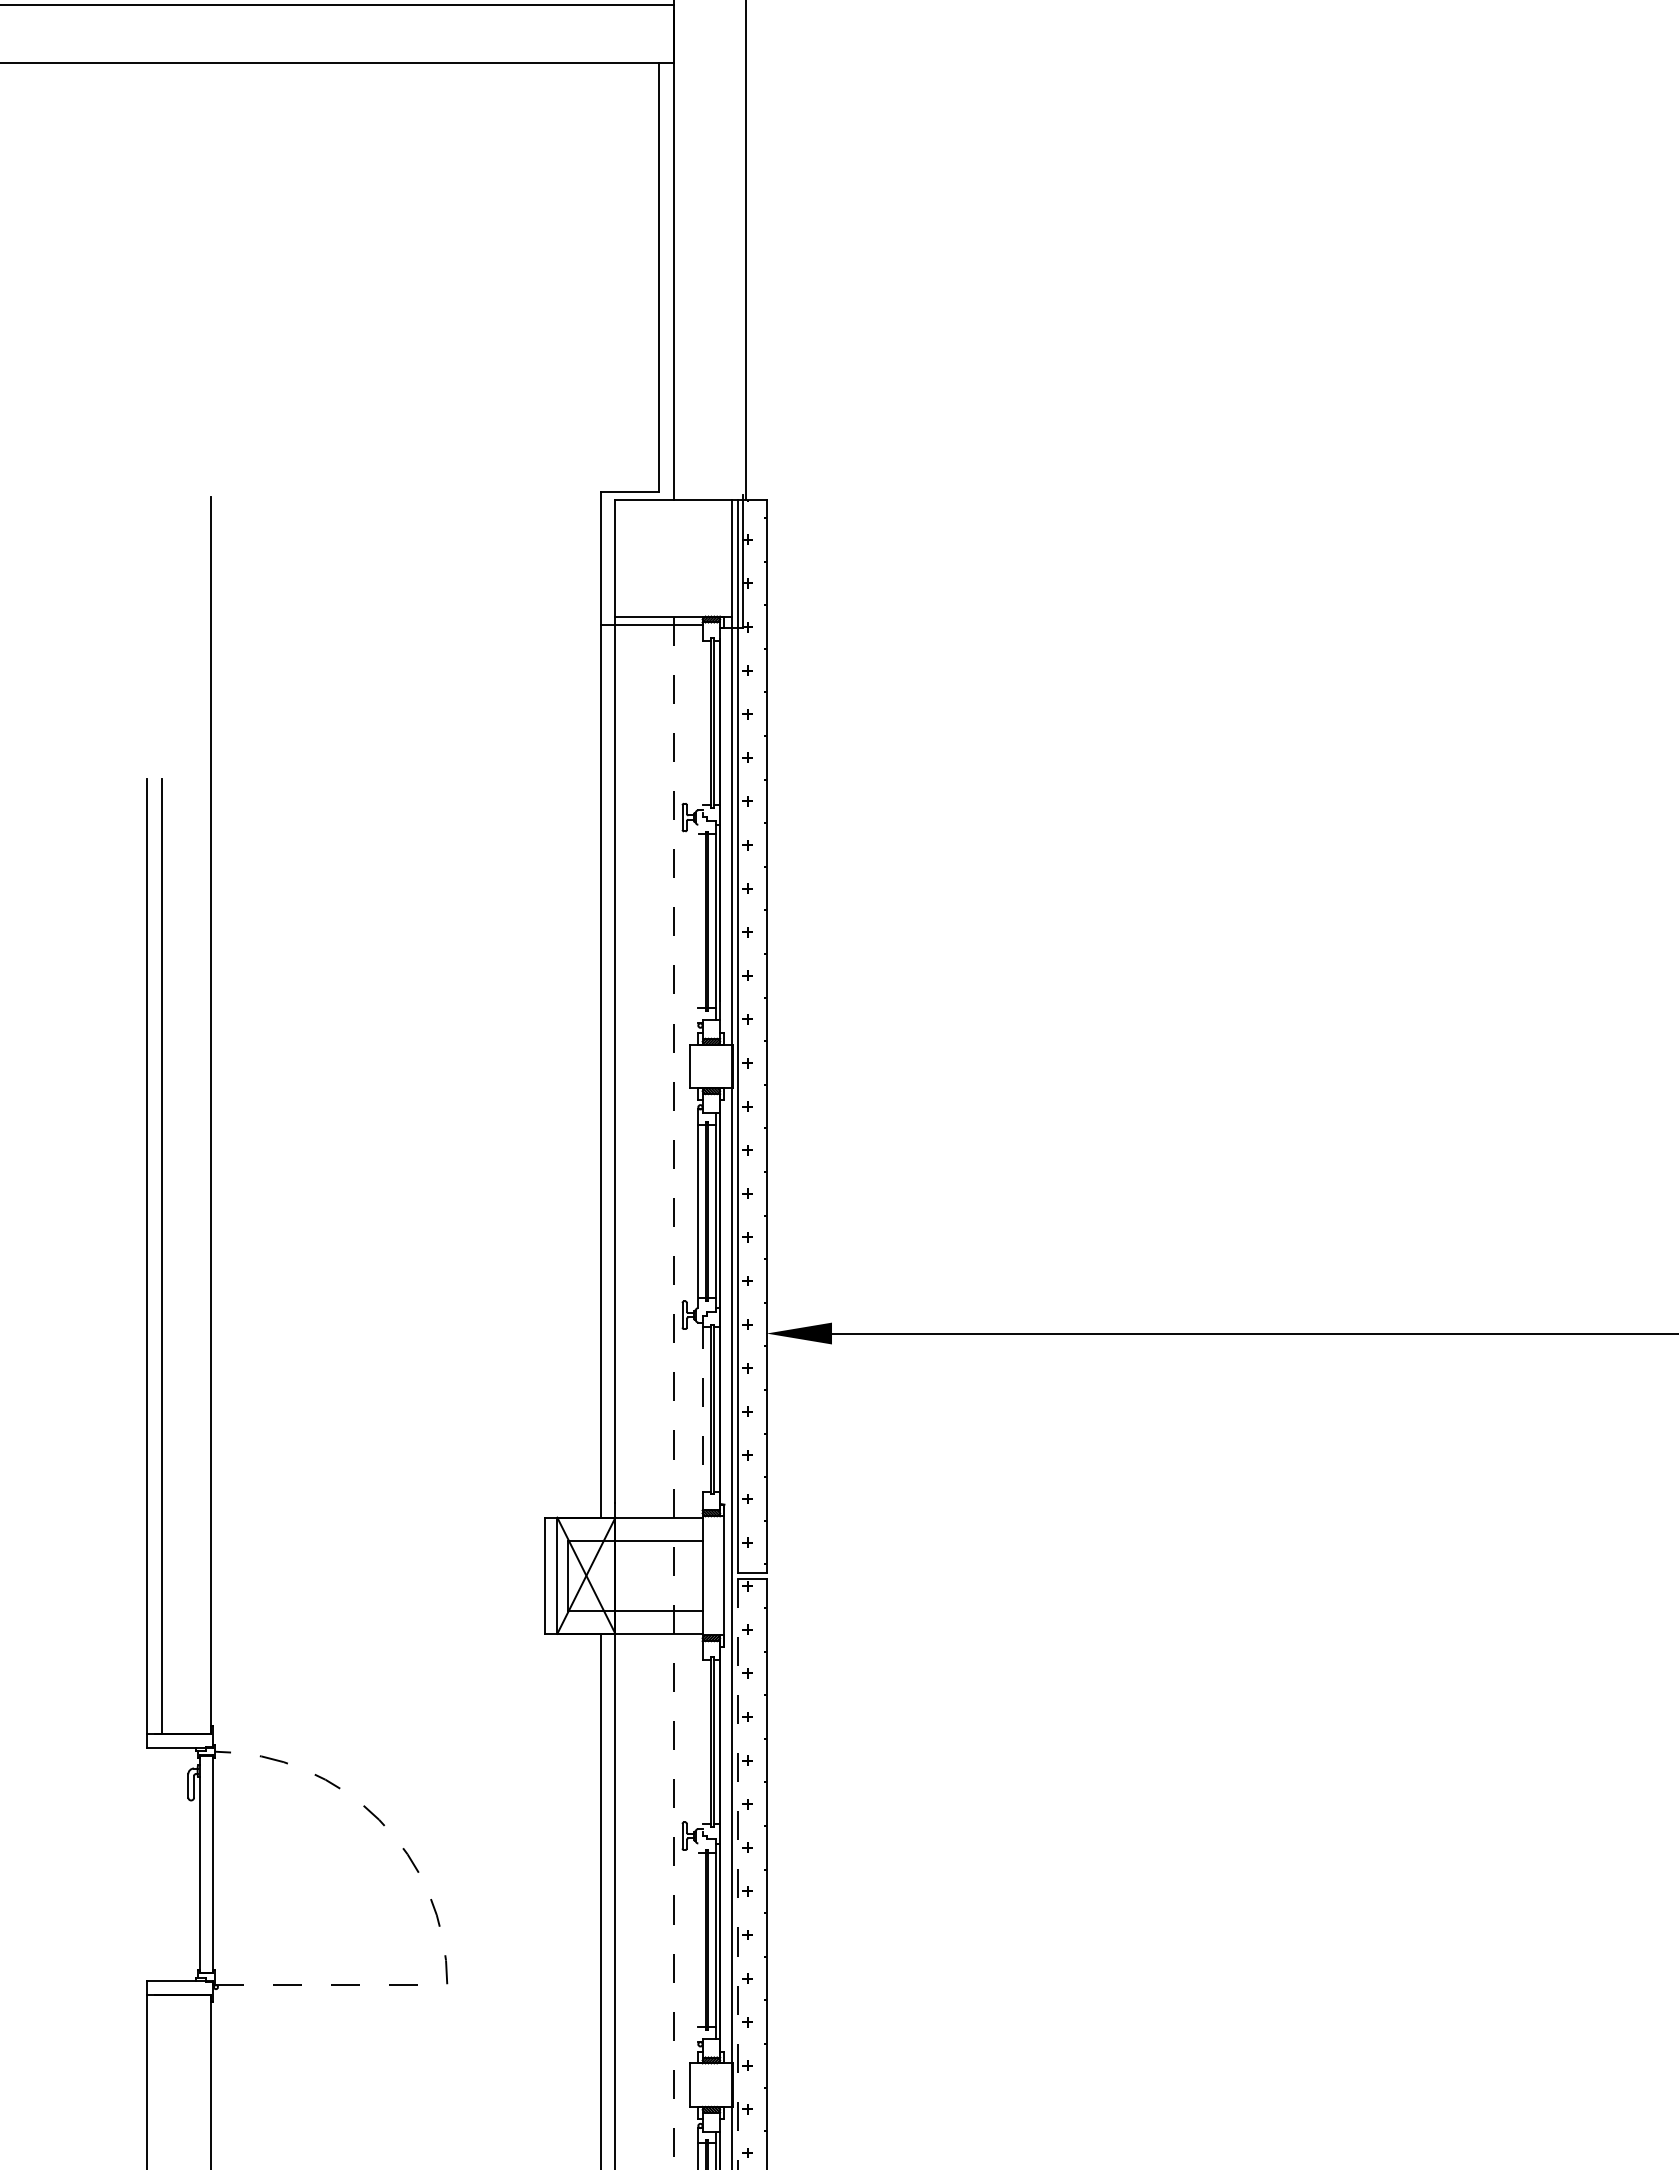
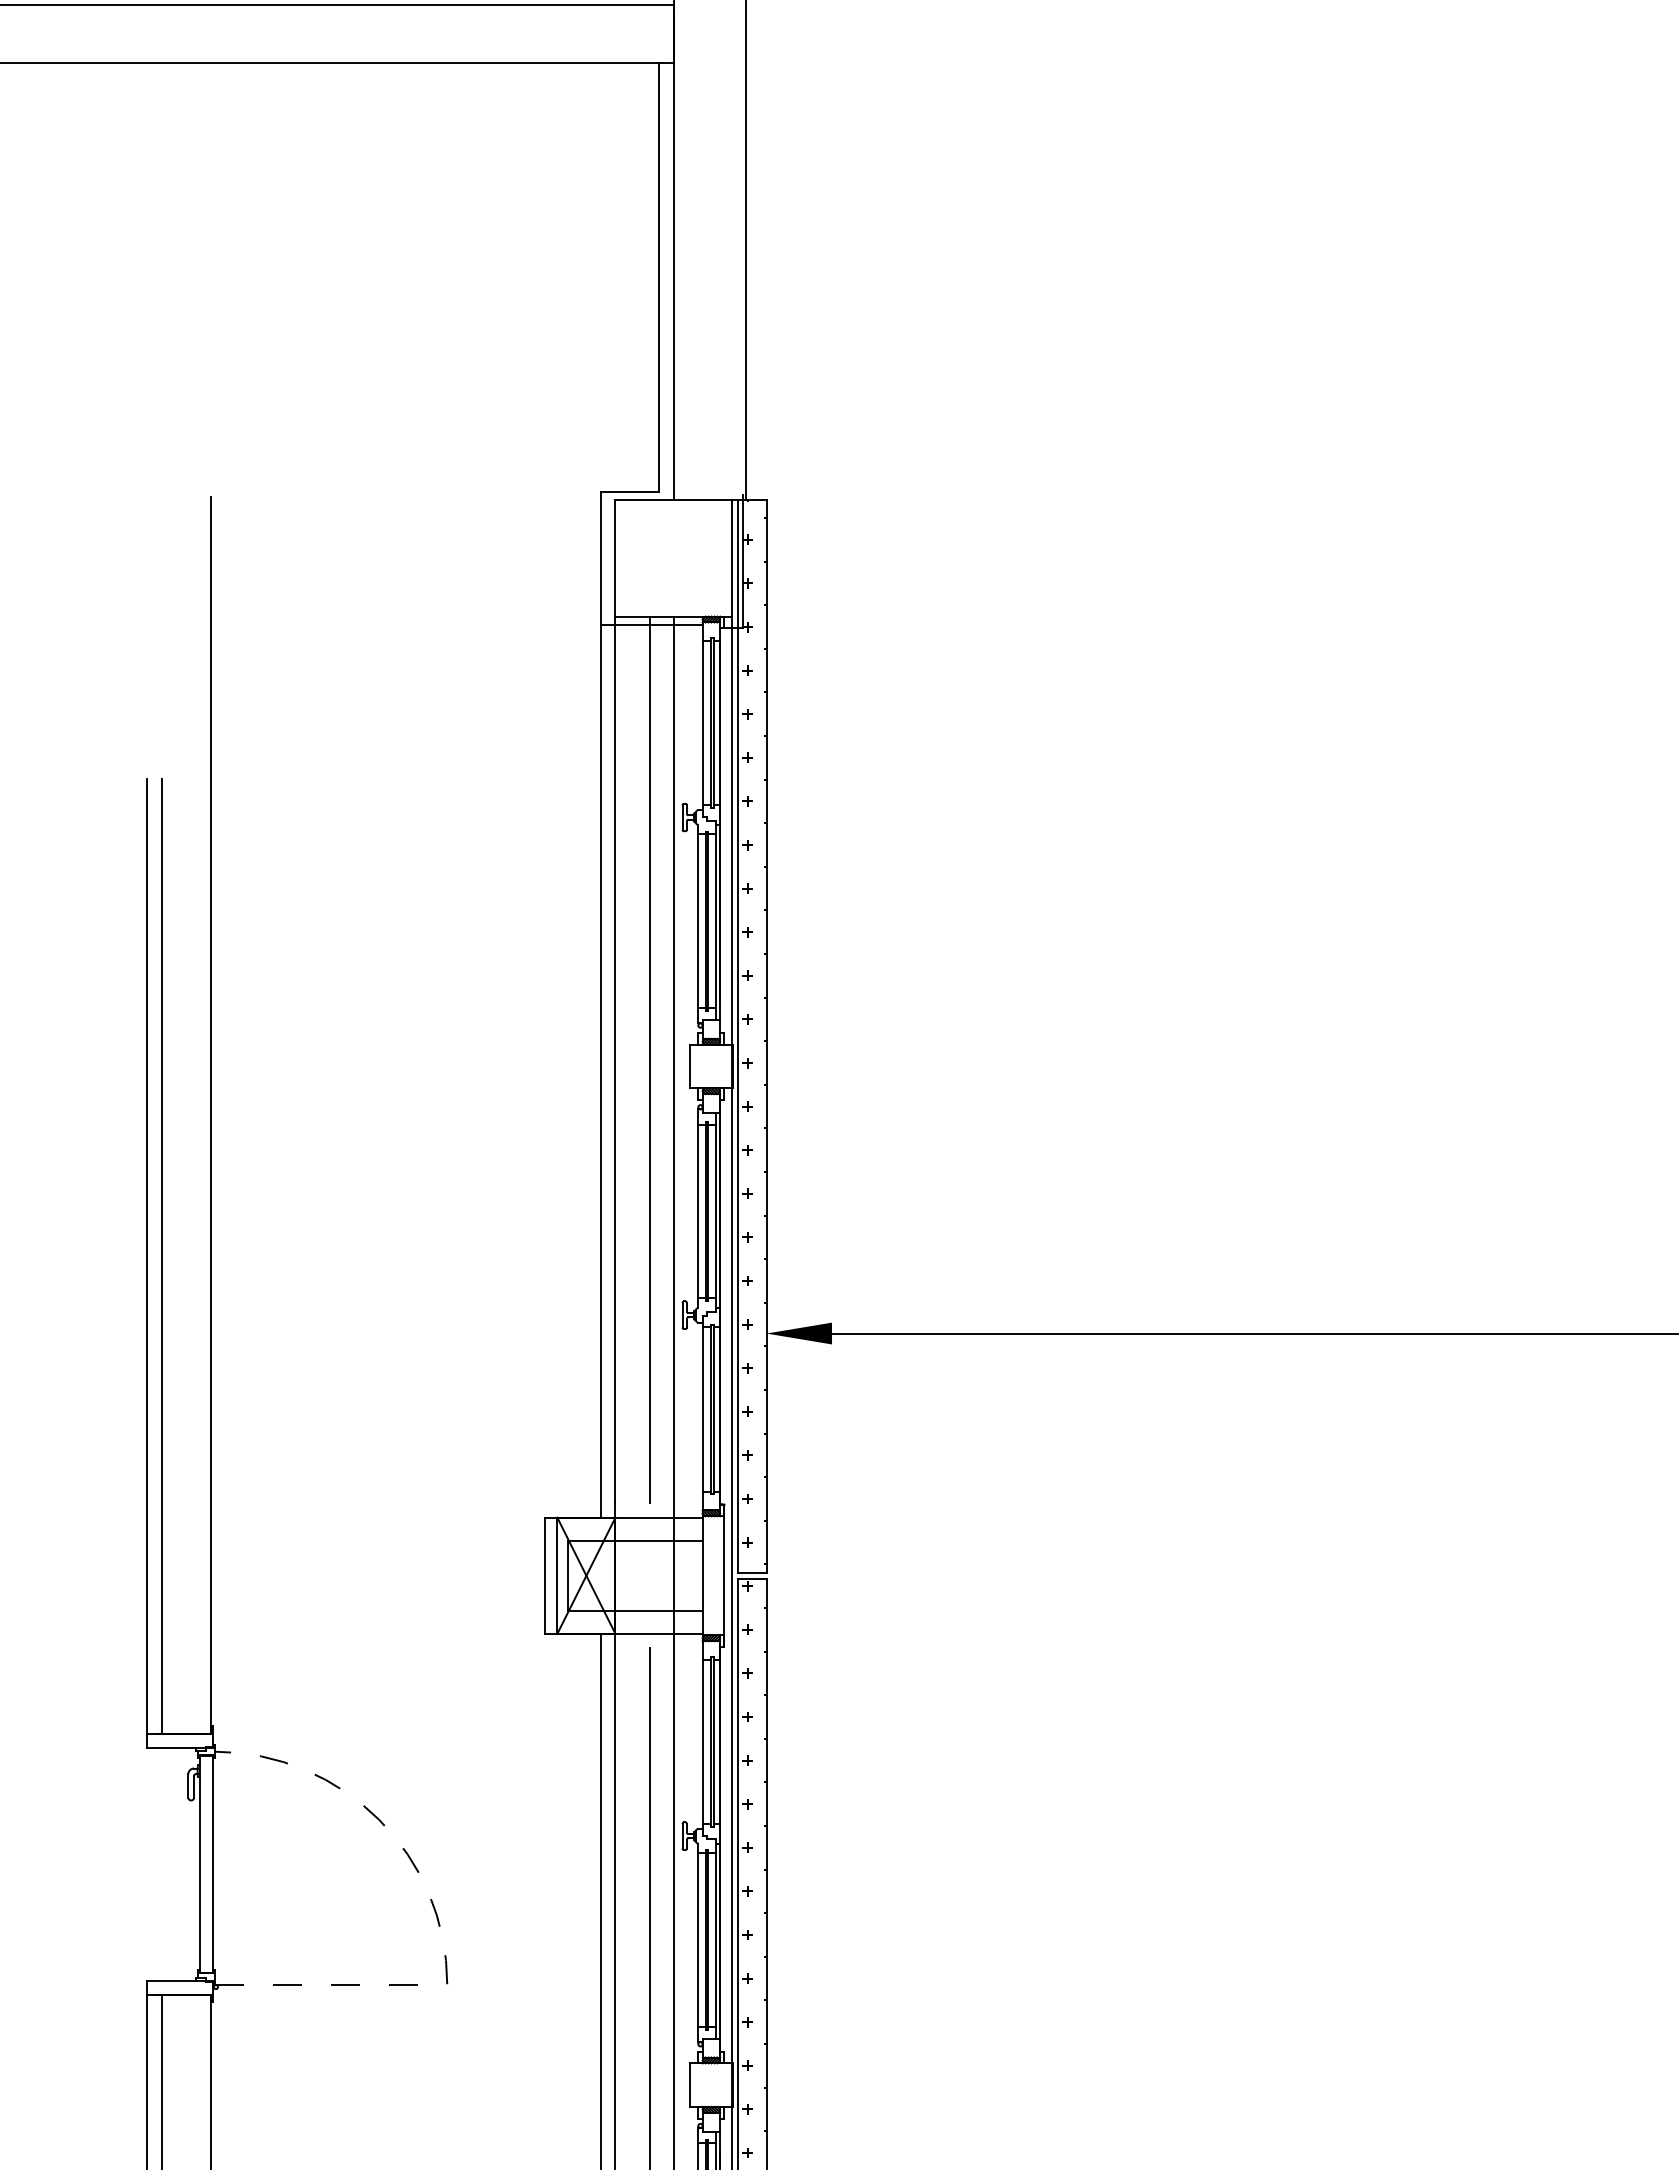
line at (702, 726): none -> present
line at (698, 923): none -> present
line at (650, 1059): none -> present
line at (673, 1393): dashed -> solid
line at (702, 1405): dashed -> solid
line at (702, 1745): none -> present
line at (737, 1874): dashed -> solid
line at (650, 1907): none -> present
line at (698, 1942): none -> present
line at (161, 2080): none -> present
